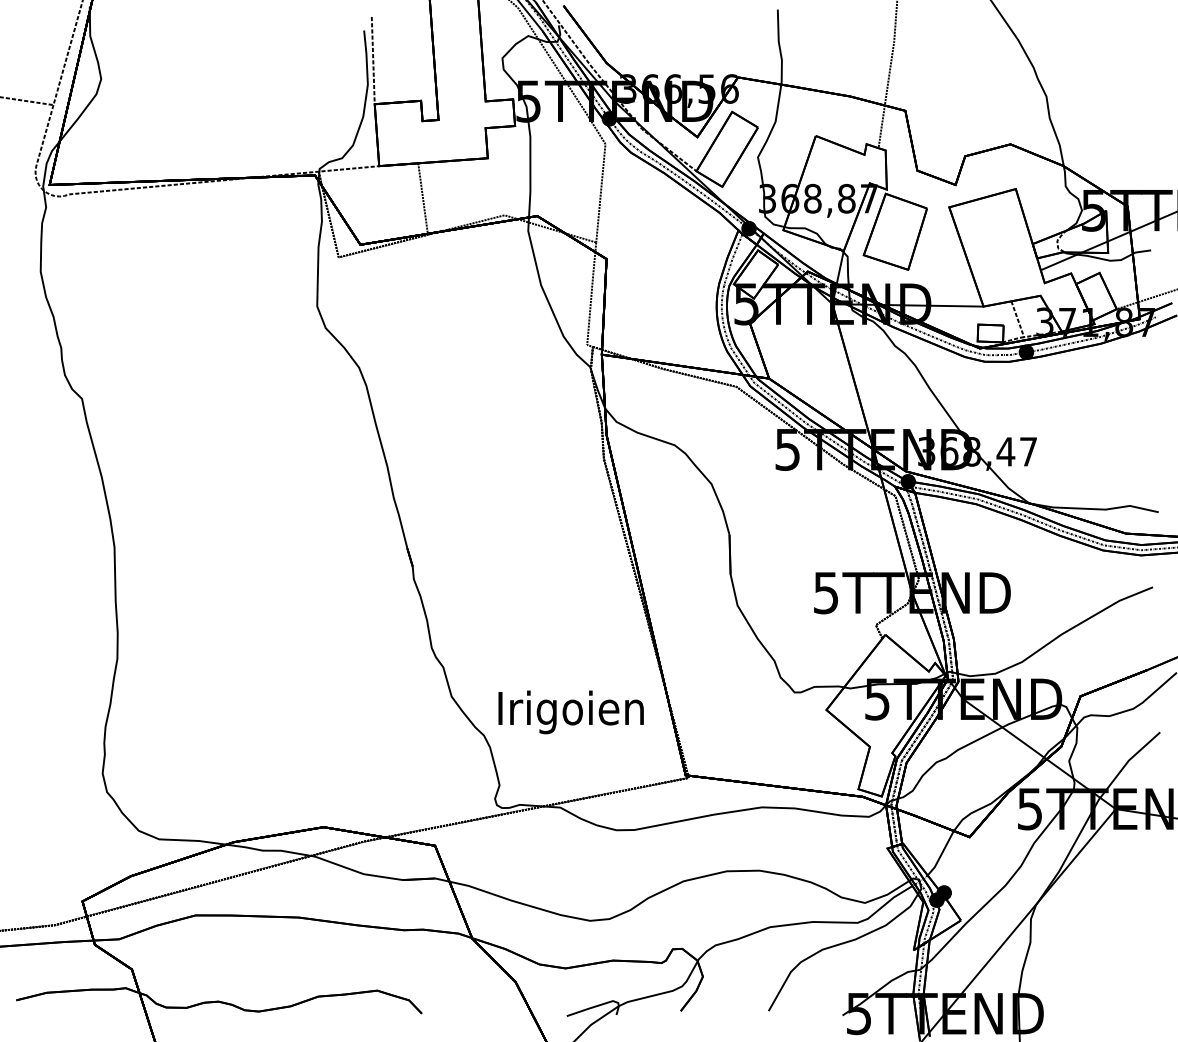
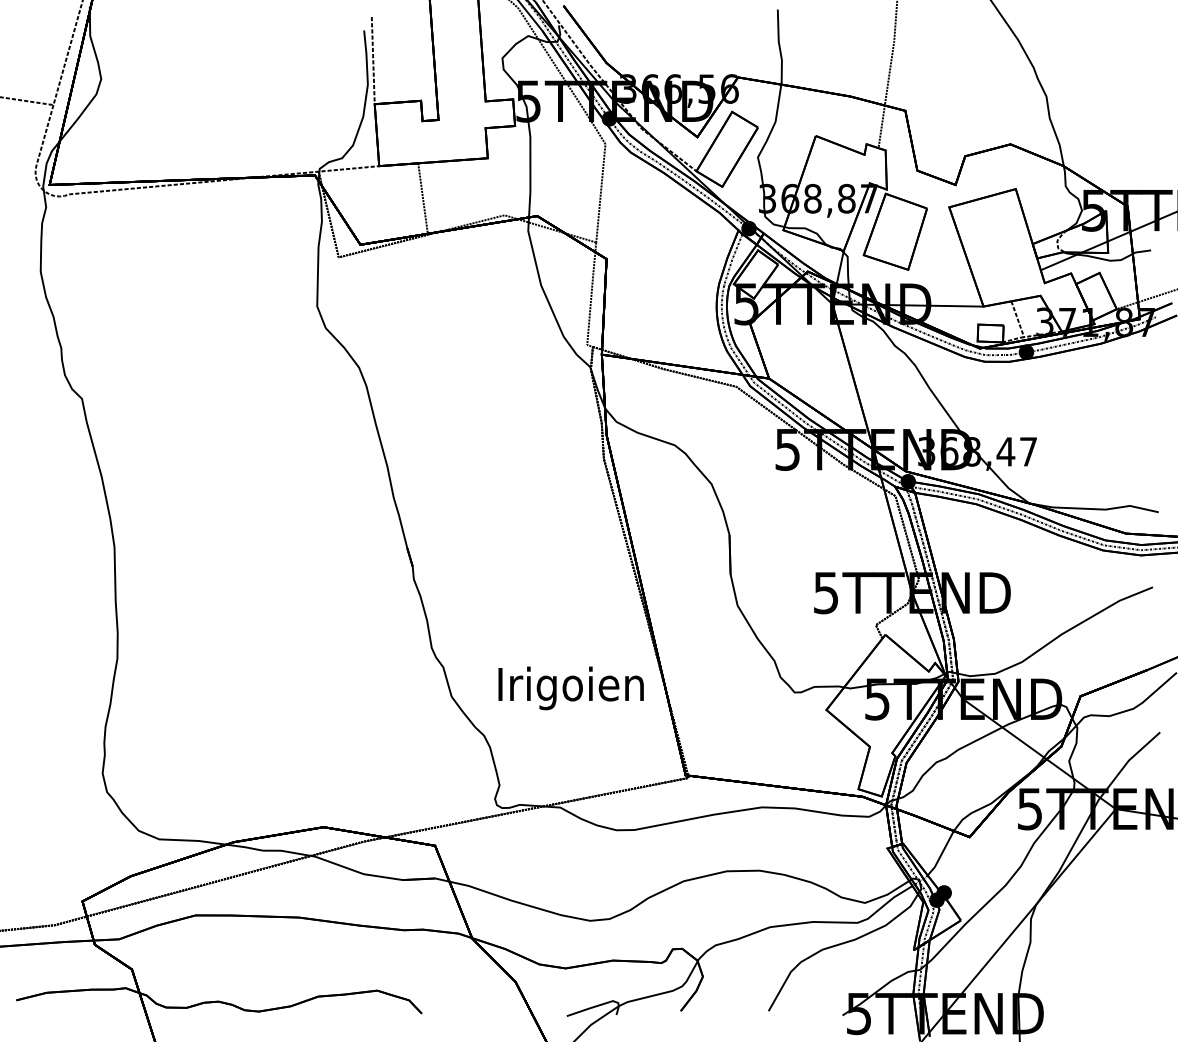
text at (570, 712) position: (570, 712) -> (570, 688)
